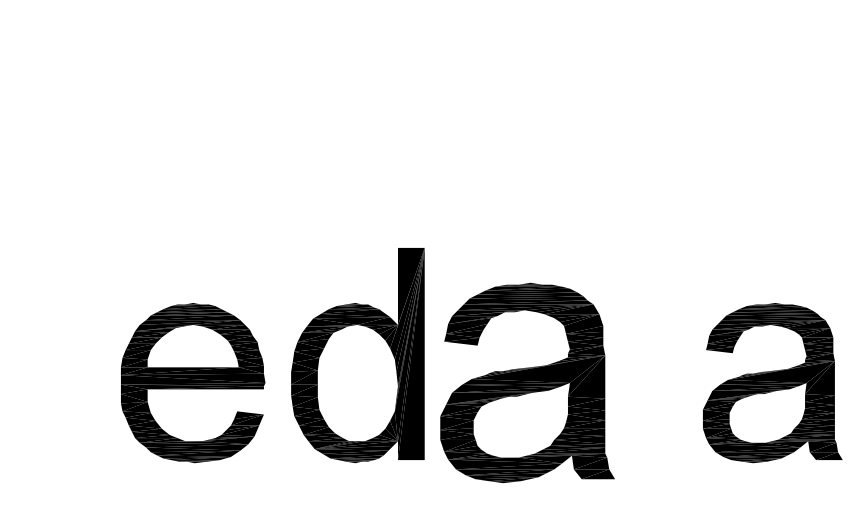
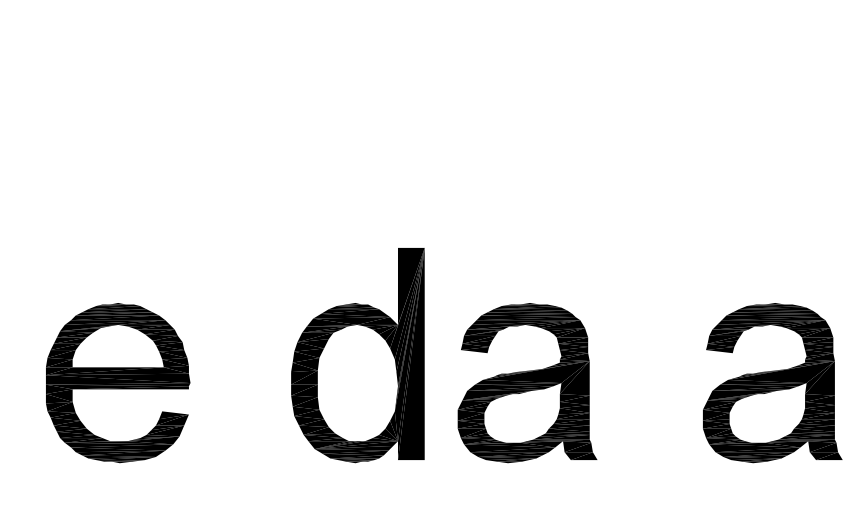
part at (527, 382) size: 175x202 px -> 141x161 px
part at (193, 383) position: (193, 383) -> (118, 383)
